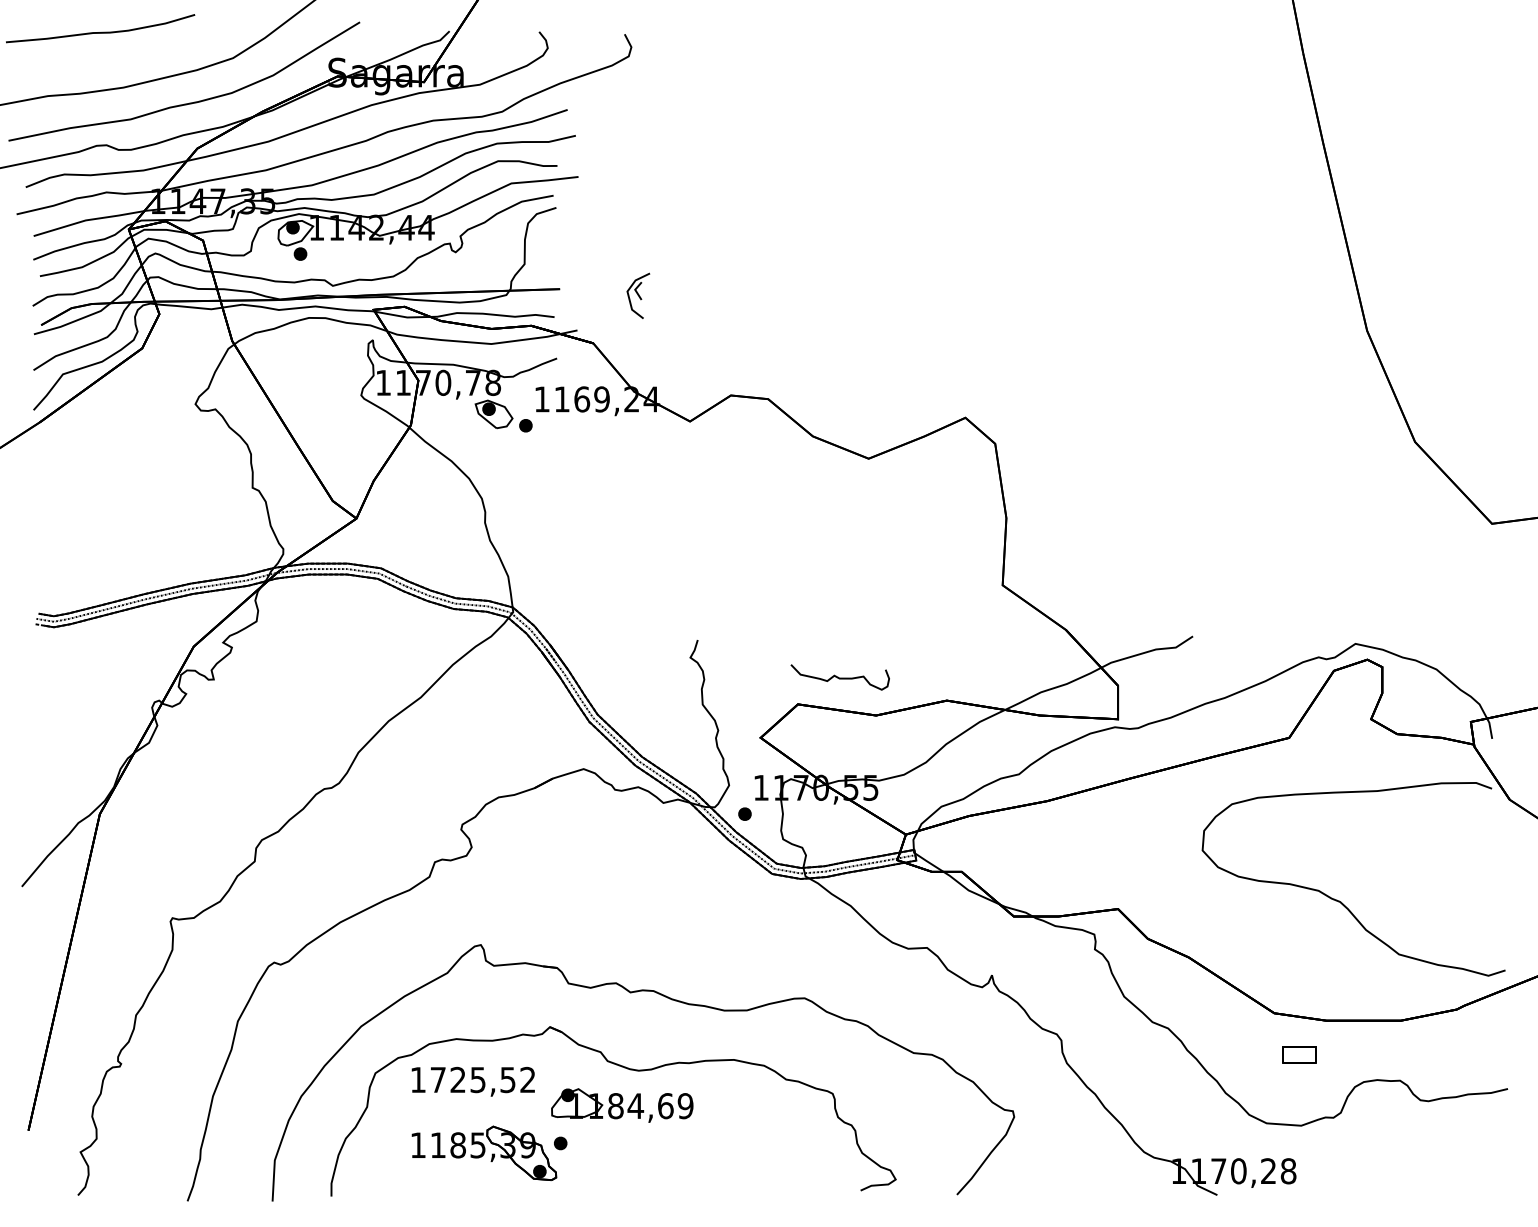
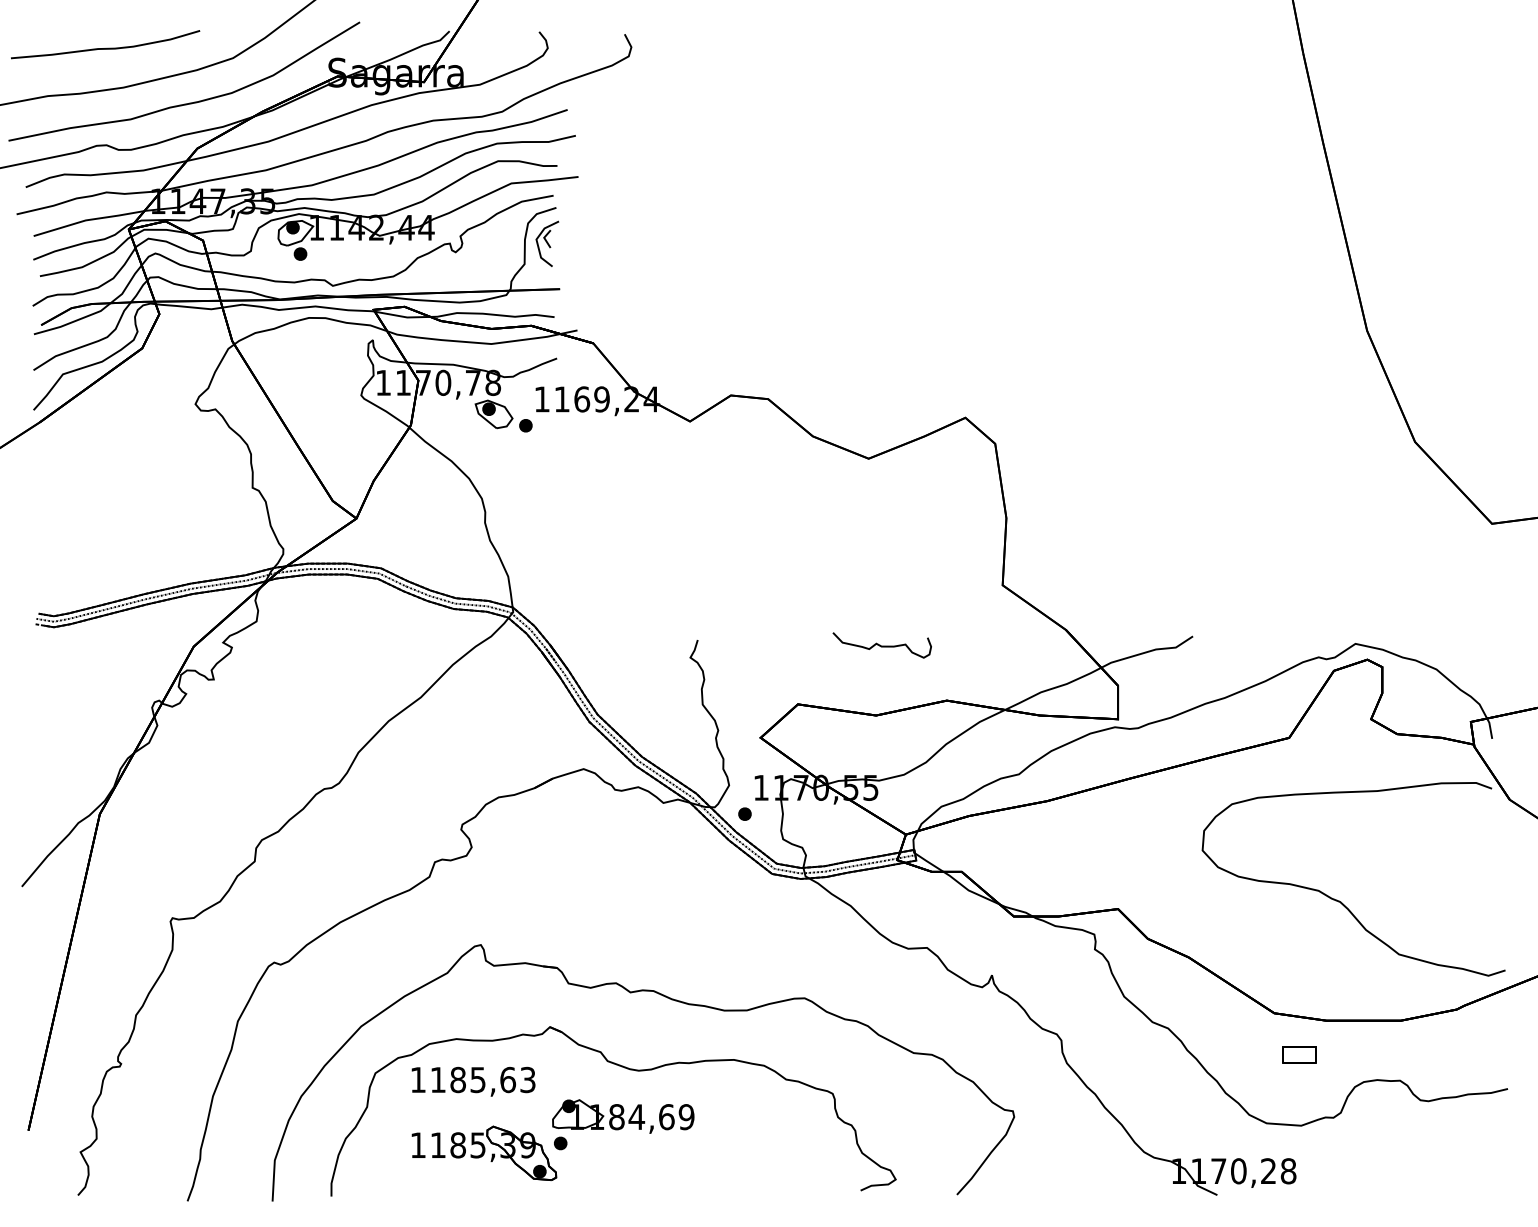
curve at (101, 31) position: (101, 31) -> (106, 47)
part at (638, 295) position: (638, 295) -> (547, 243)
curve at (839, 677) position: (839, 677) -> (881, 645)
text at (483, 1079): 1725,52 -> 1185,63
part at (622, 1105) position: (622, 1105) -> (623, 1116)
